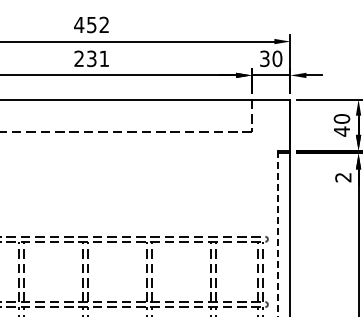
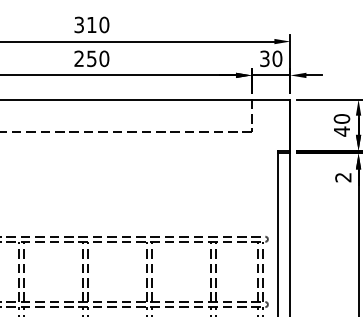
text at (91, 24): 452 -> 310
text at (98, 58): 231 -> 250
line at (277, 233): dashed -> solid
